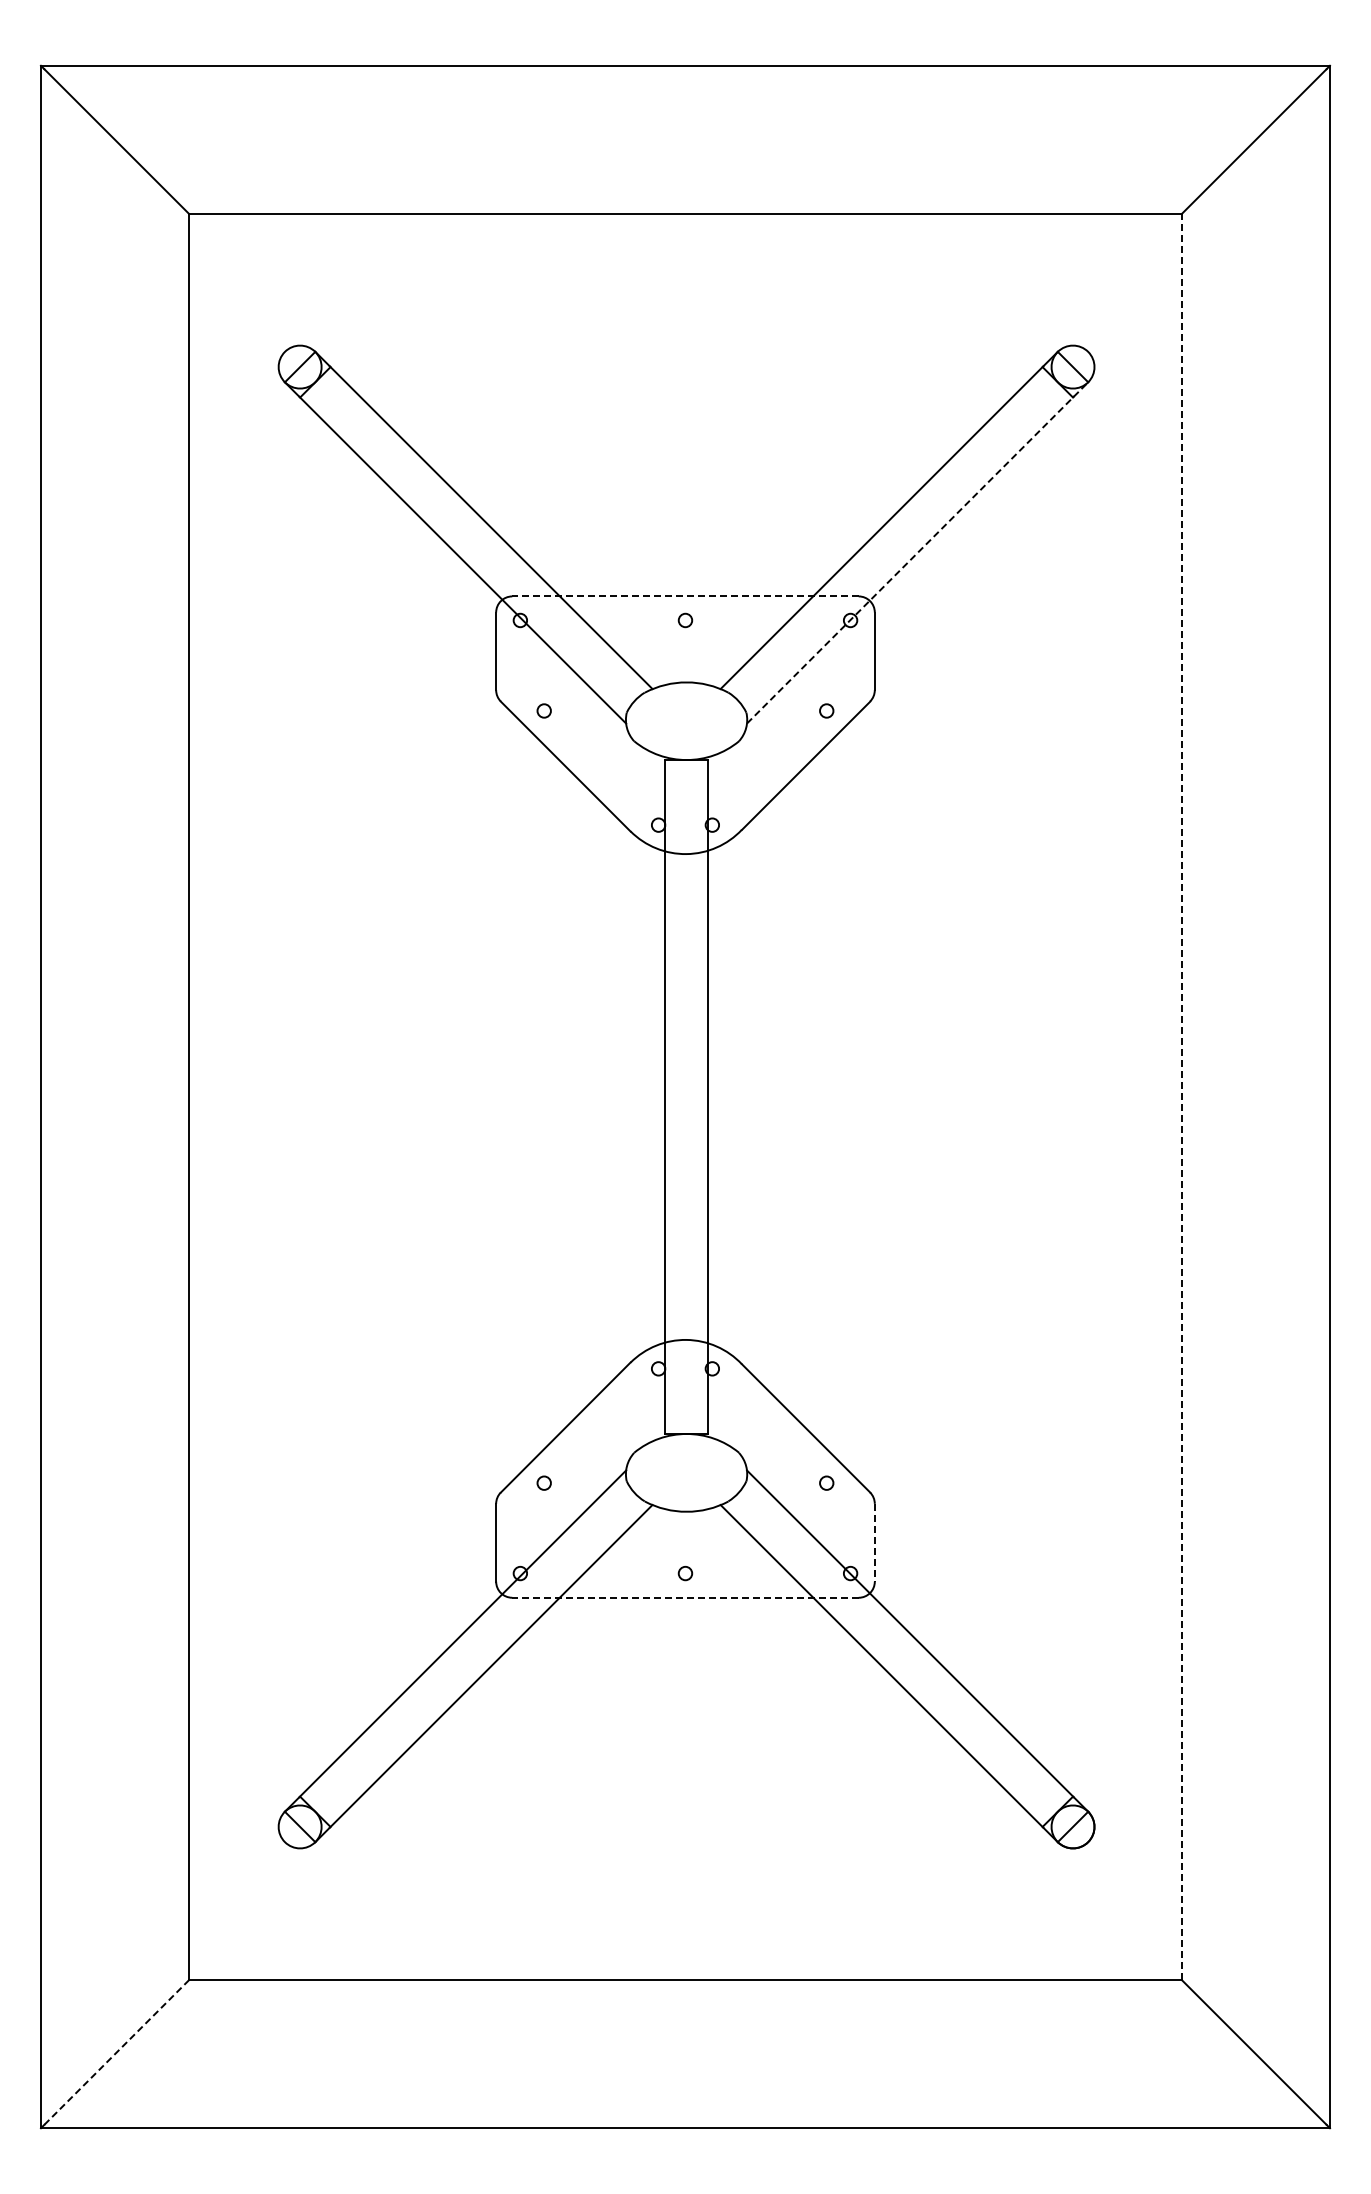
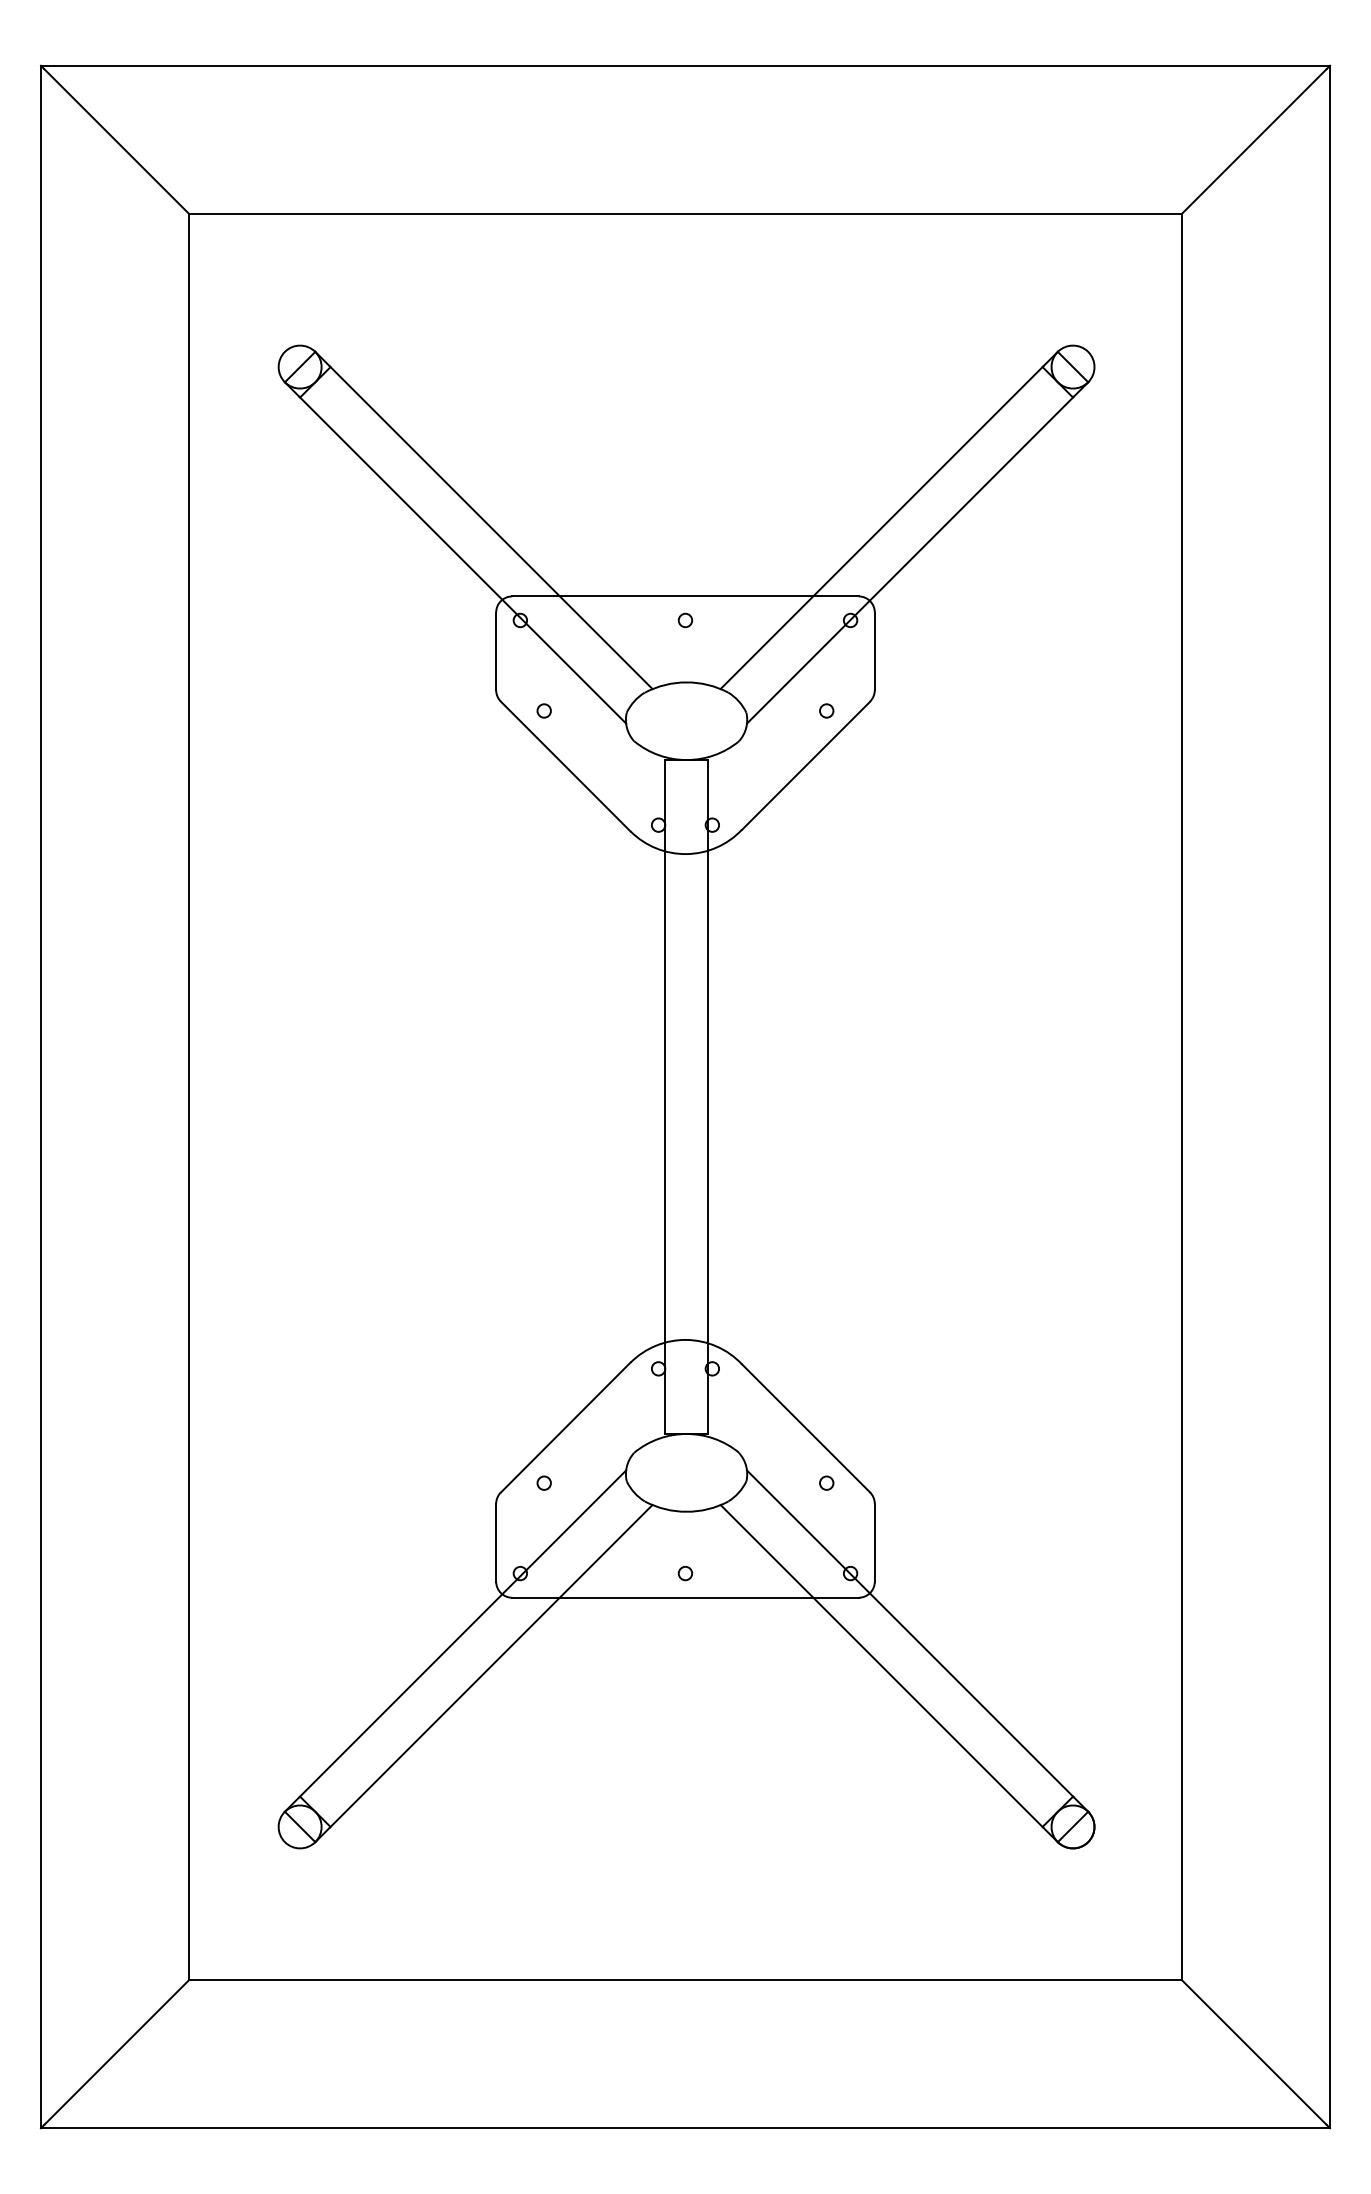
line at (918, 552): dashed -> solid
line at (684, 596): dashed -> solid
line at (1181, 1096): dashed -> solid
line at (874, 1542): dashed -> solid
line at (684, 1597): dashed -> solid
line at (117, 2052): dashed -> solid
